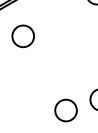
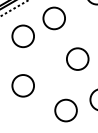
line at (13, 8): none -> present
circle at (53, 18): none -> present
circle at (77, 58): none -> present
circle at (22, 85): none -> present
